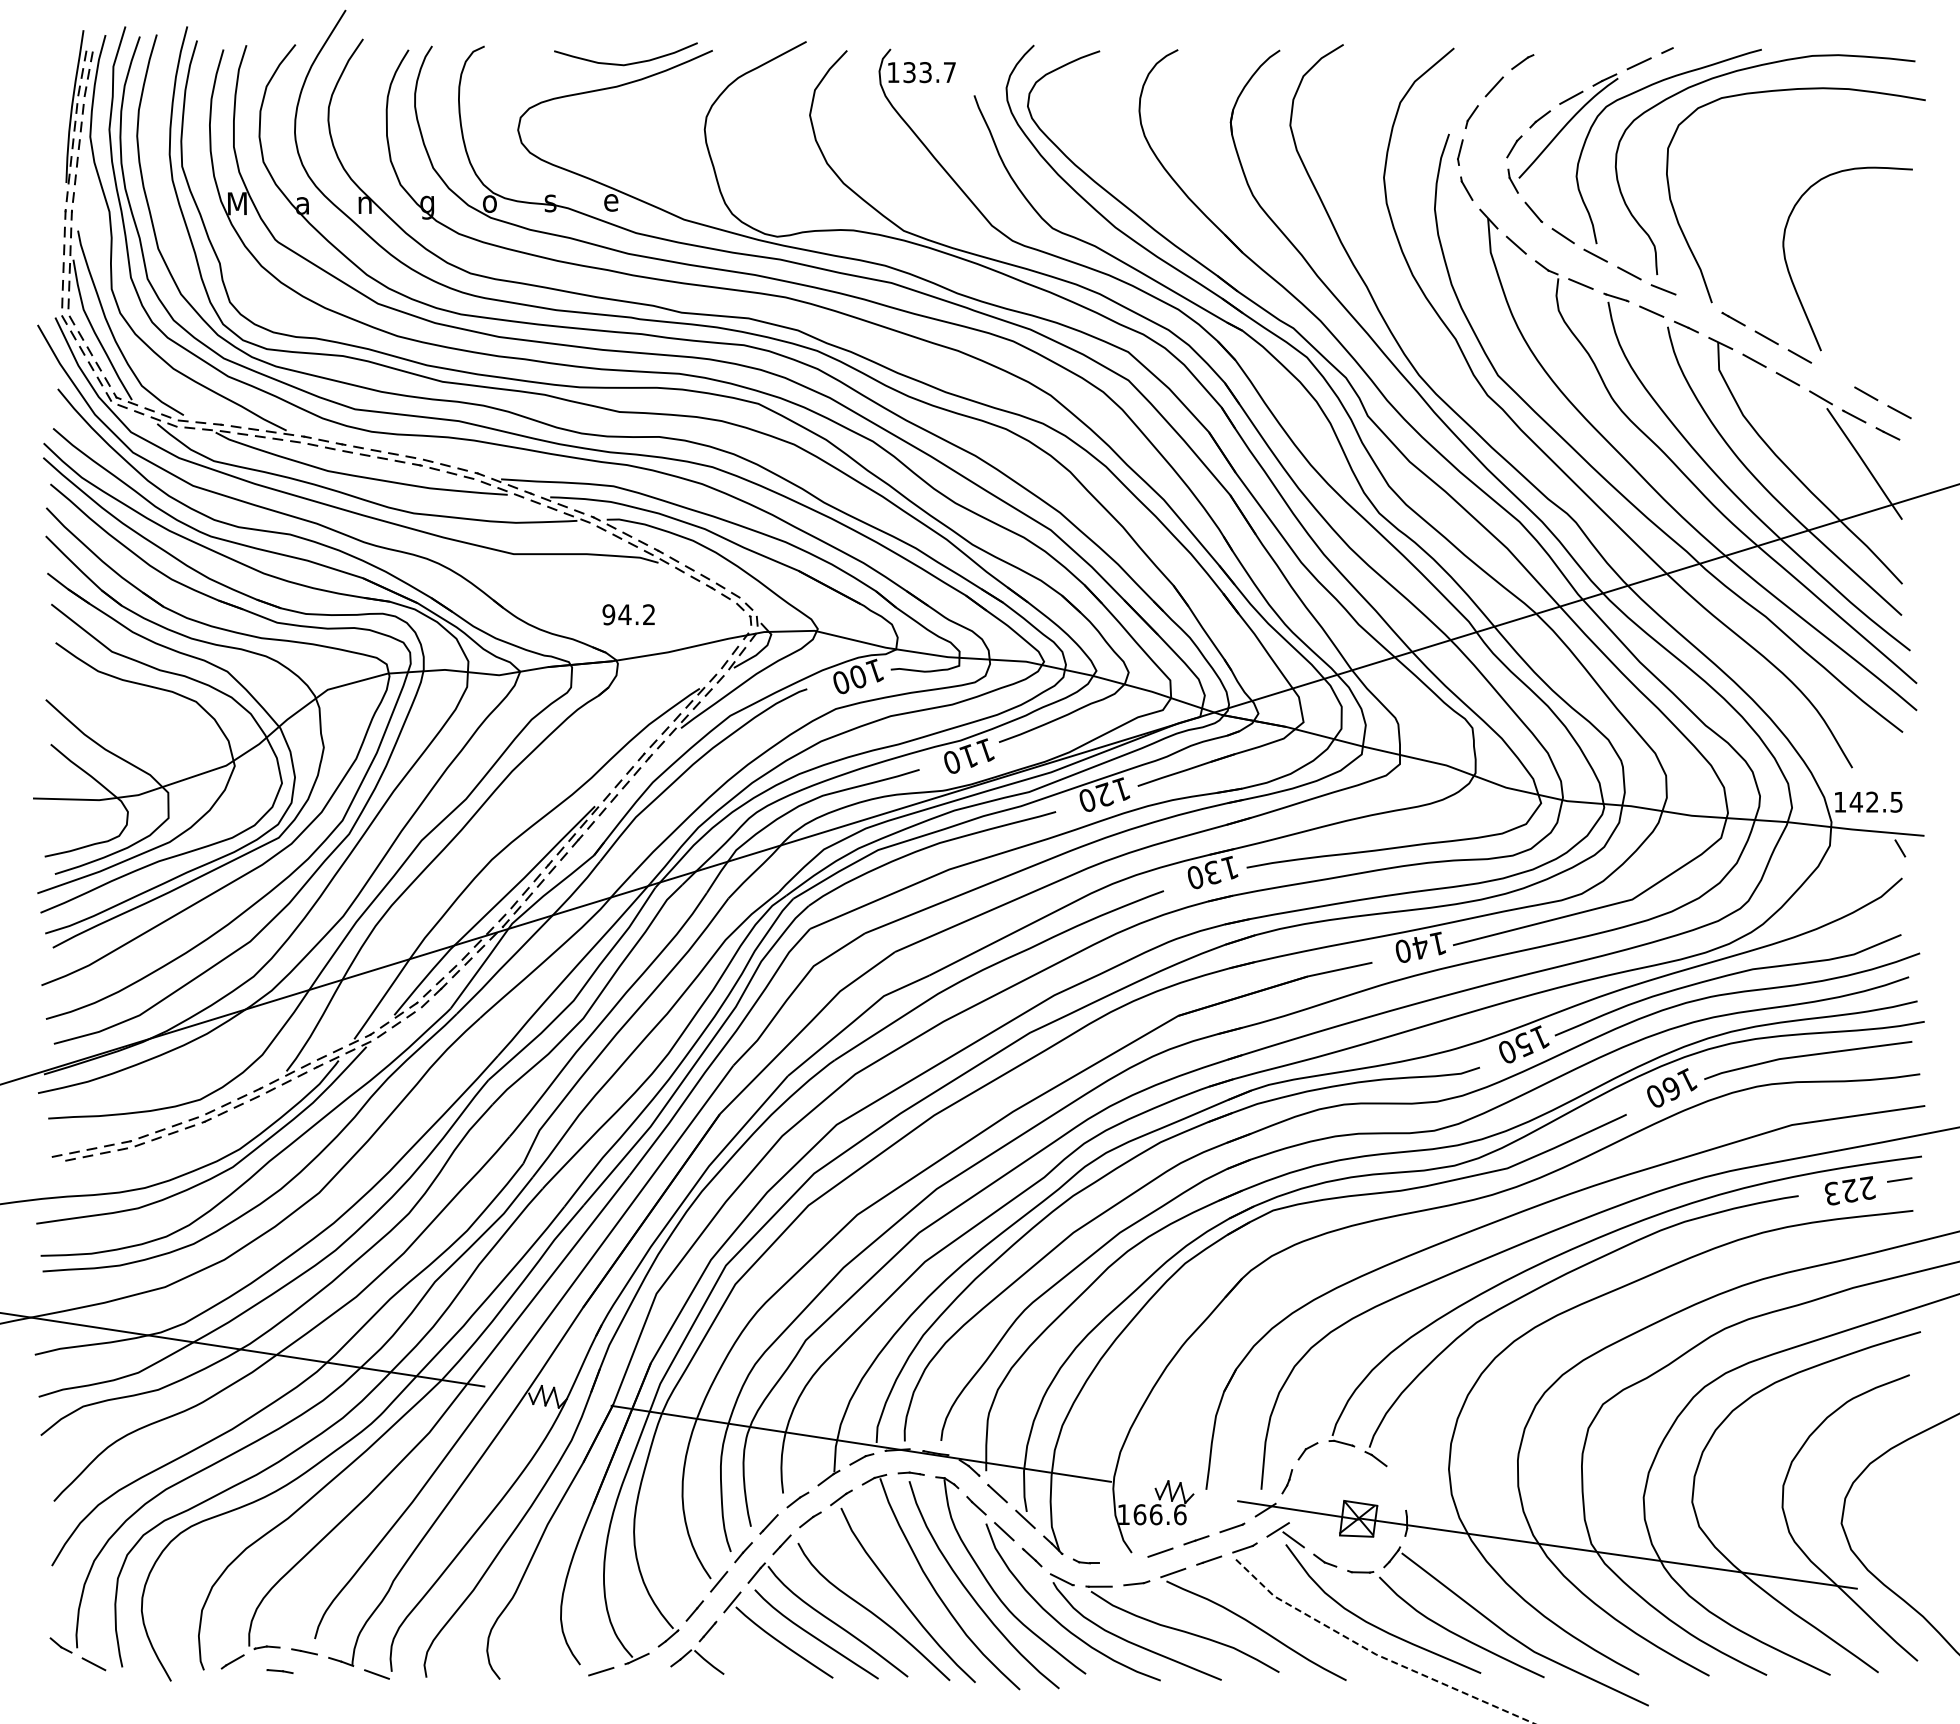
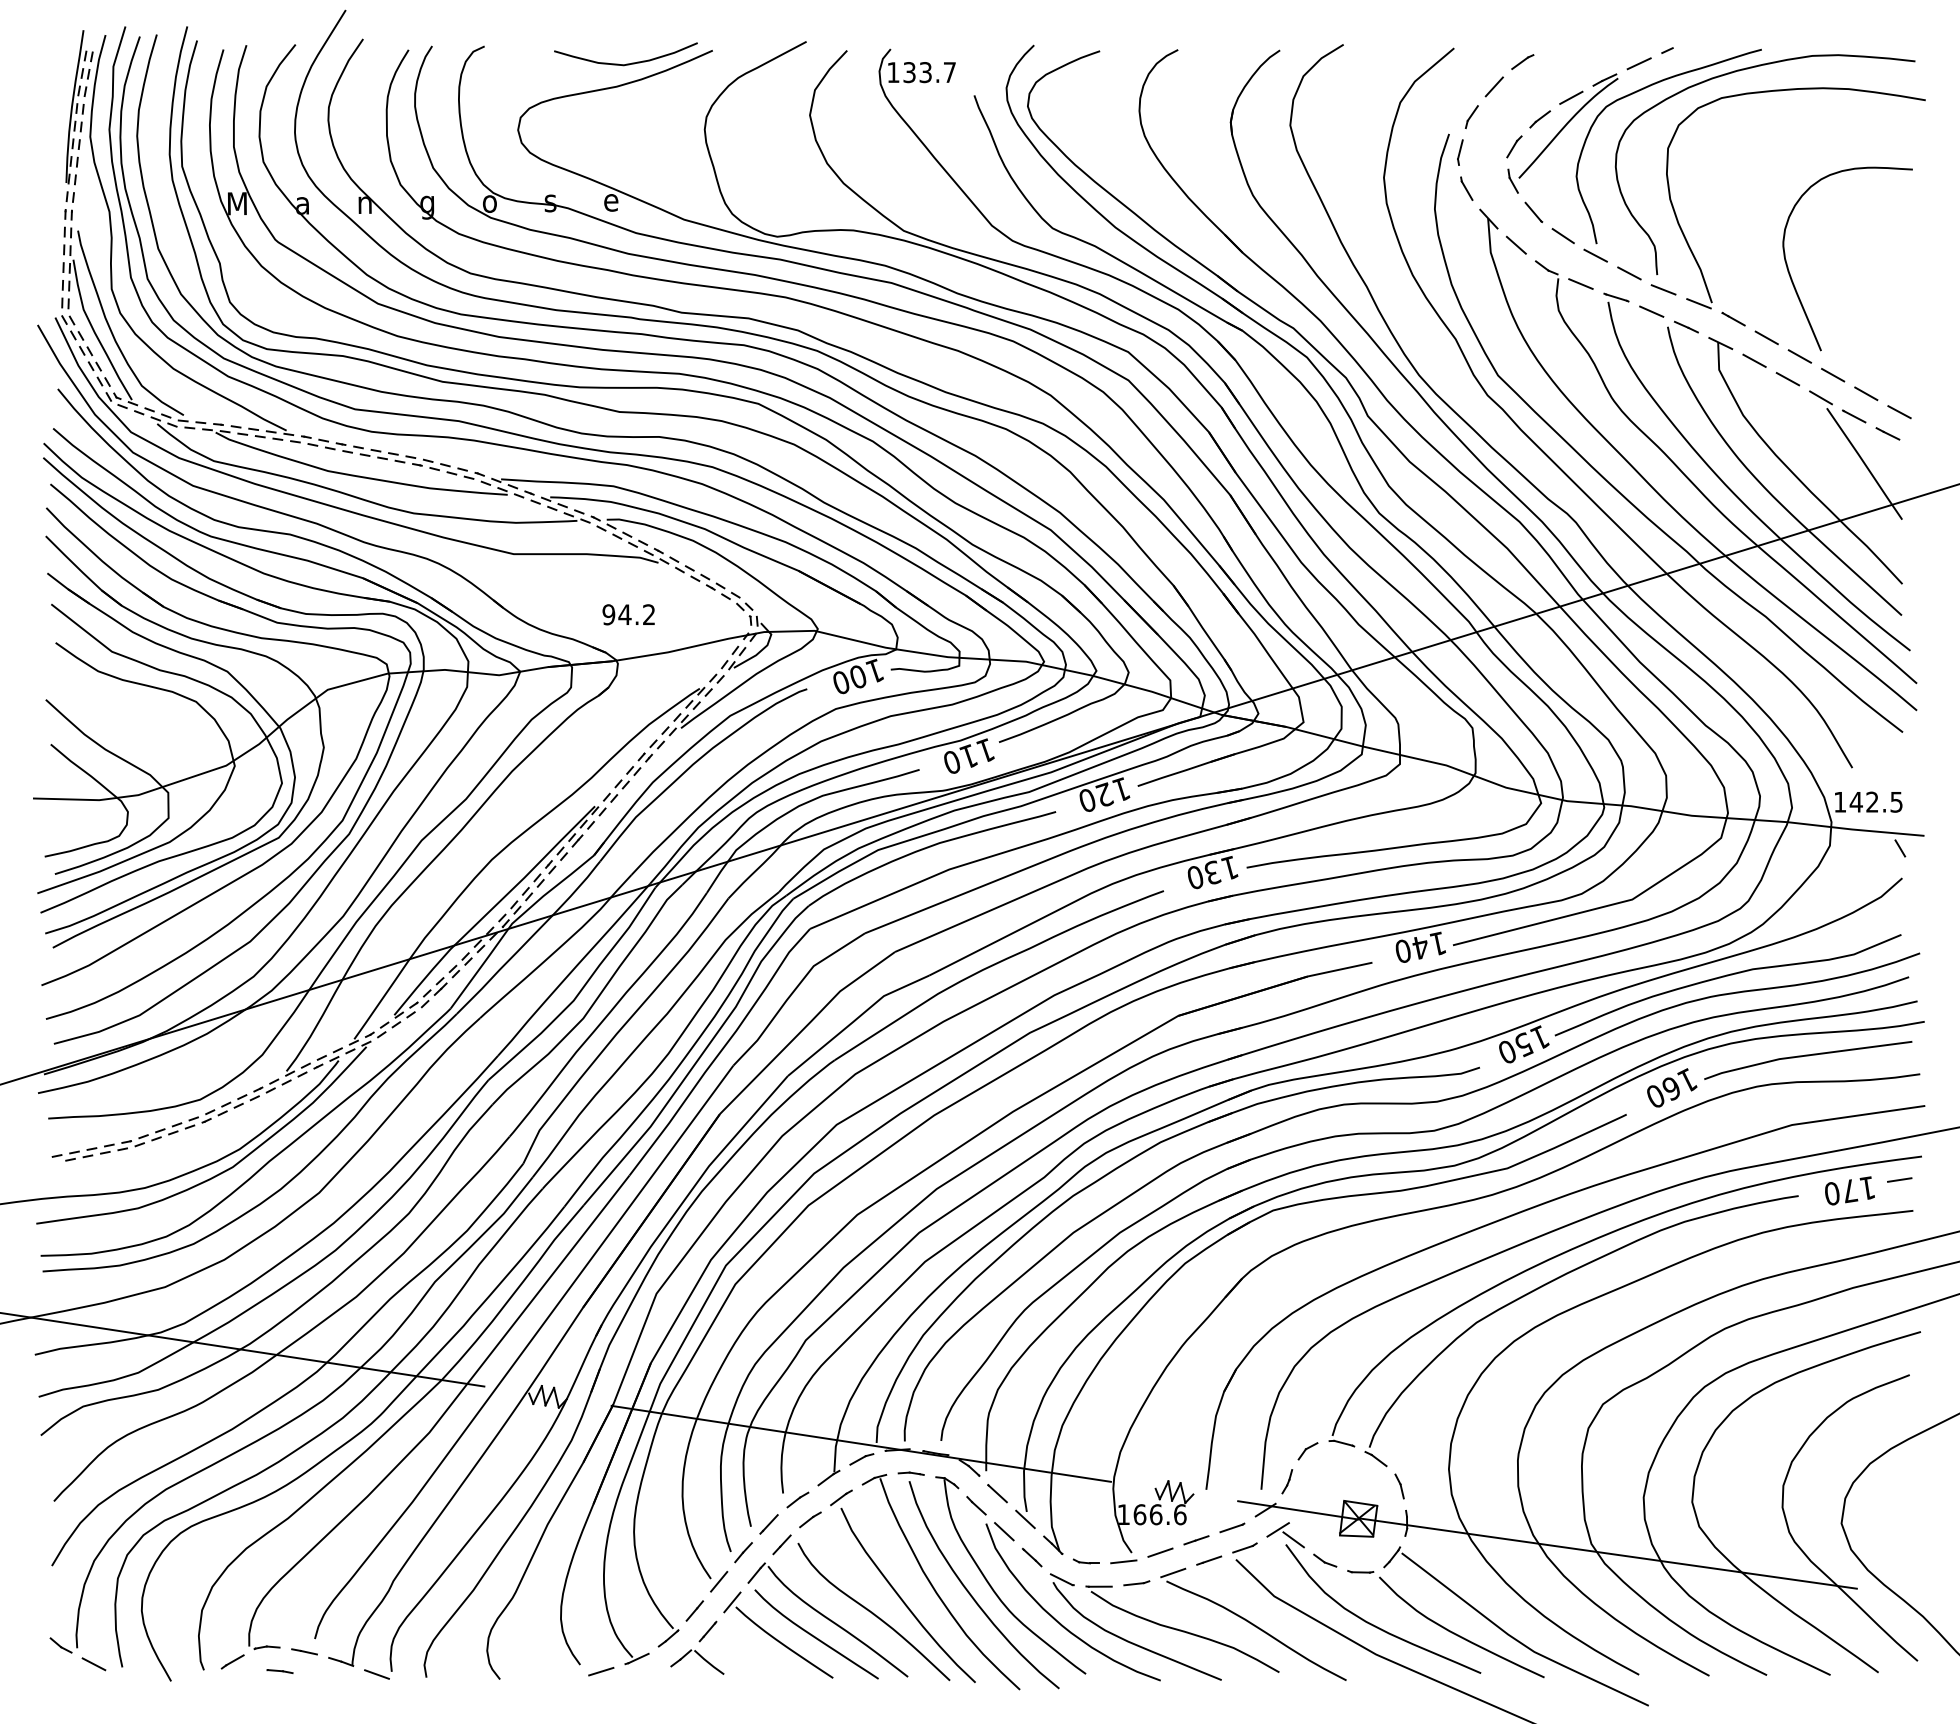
line at (1698, 303): none -> present
line at (1833, 374): none -> present
text at (1849, 1190): 223 -> 170
part at (1399, 1486): none -> present
line at (1123, 1561): none -> present
line at (1376, 1654): dashed -> solid
